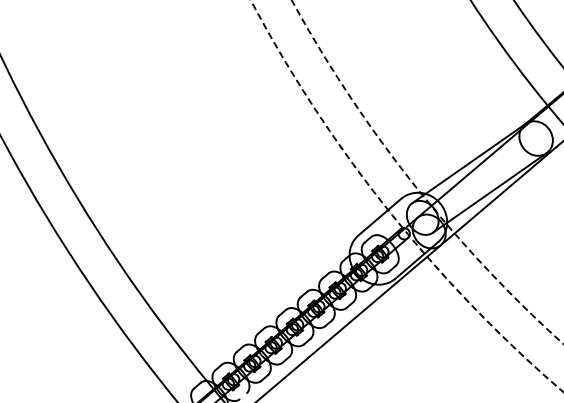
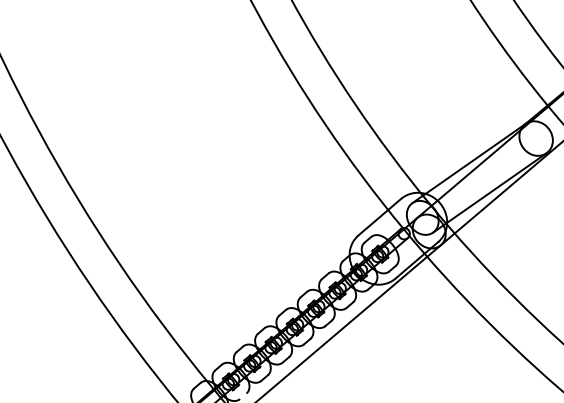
circle at (427, 172): dashed -> solid
circle at (406, 196): dashed -> solid
